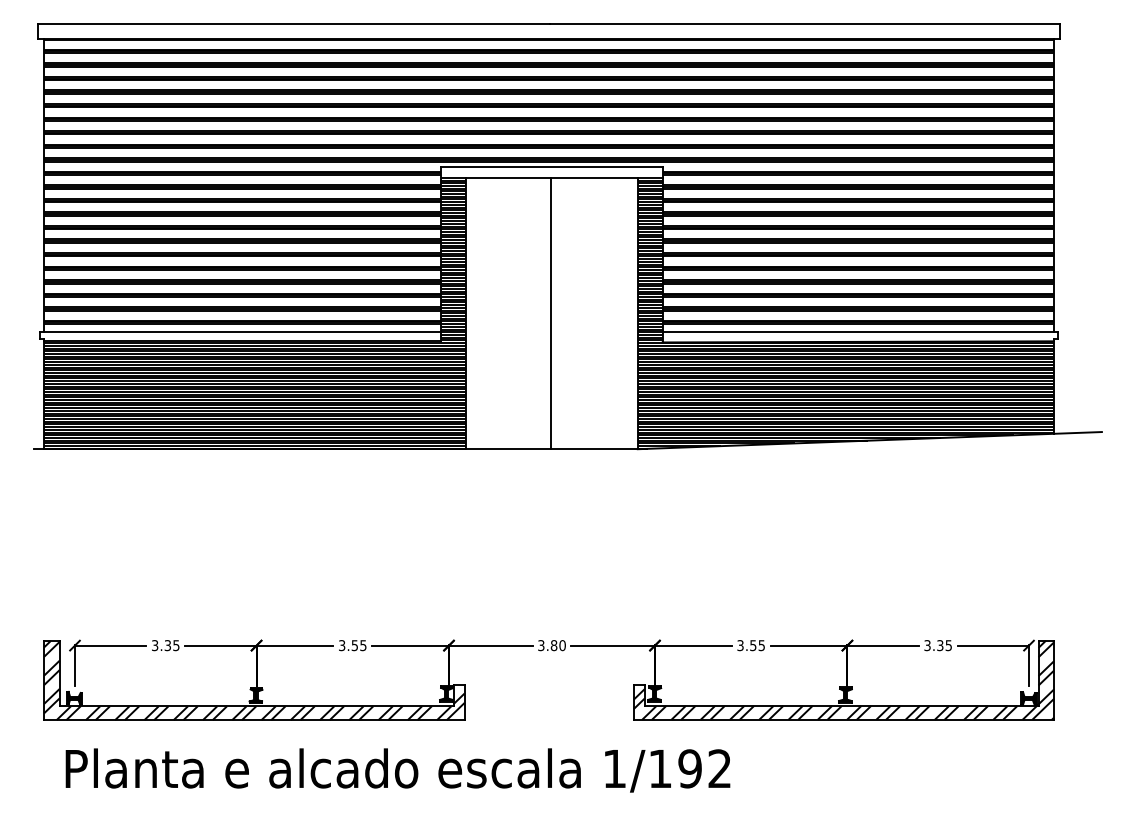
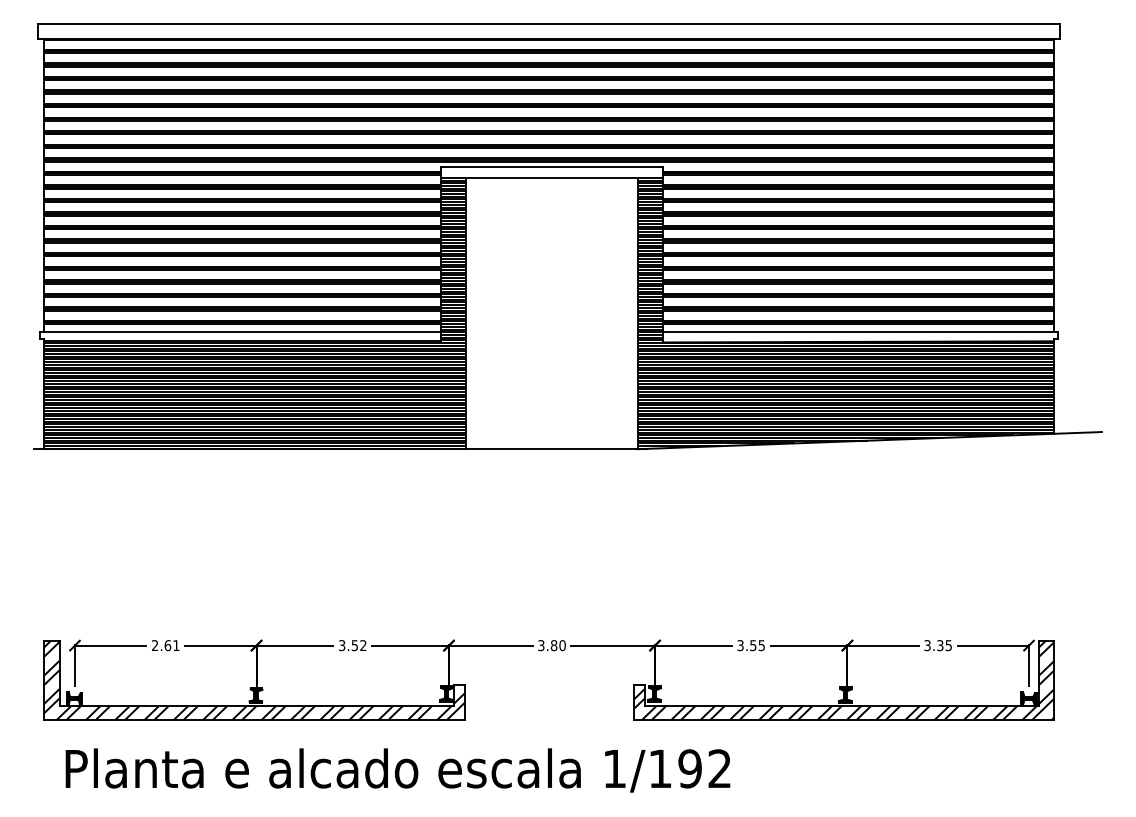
line at (550, 313): present -> none
text at (165, 645): 3.35 -> 2.61
text at (363, 645): 3.55 -> 3.52
